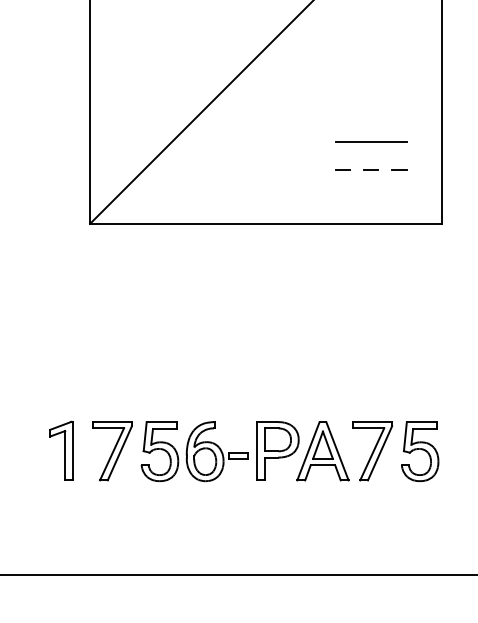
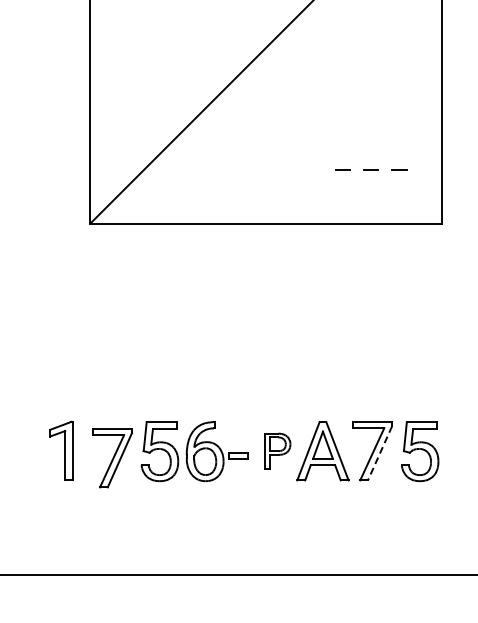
line at (371, 141): present -> none
part at (277, 450) size: 44x60 px -> 28x38 px
part at (112, 451) position: (112, 451) -> (112, 458)
line at (380, 453): solid -> dashed
